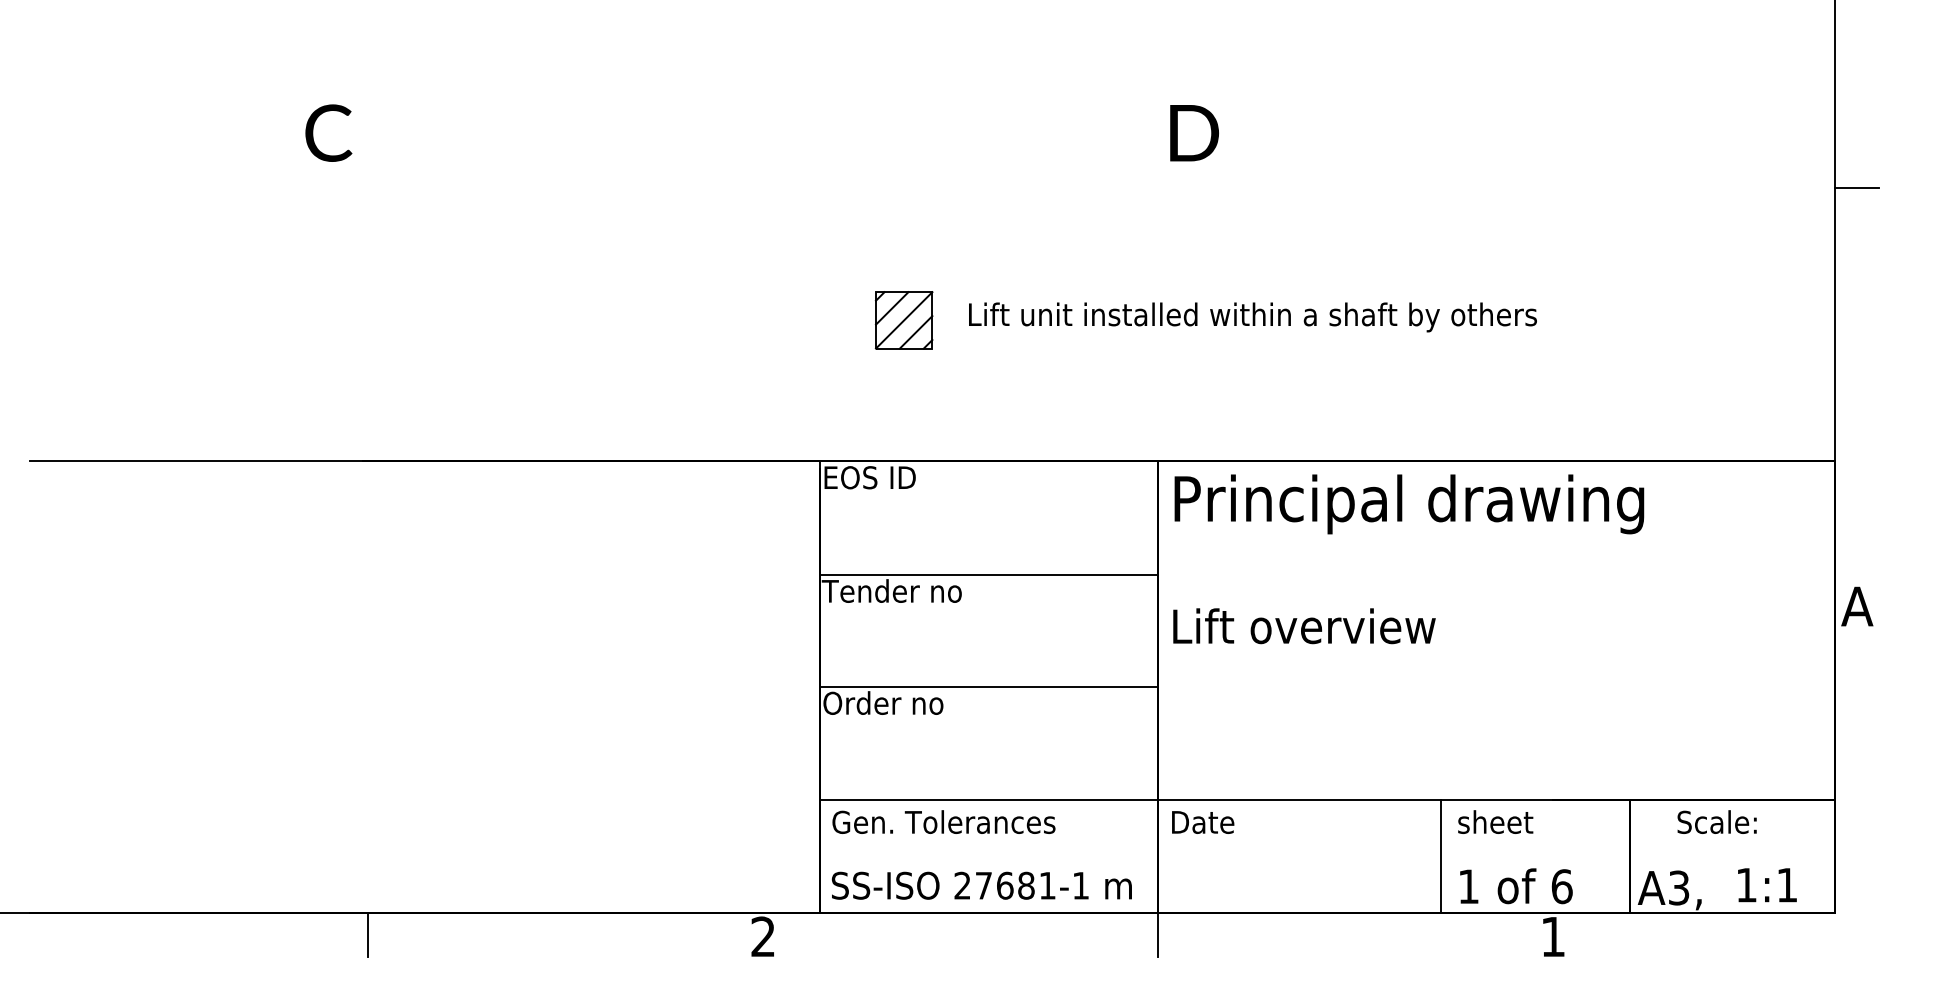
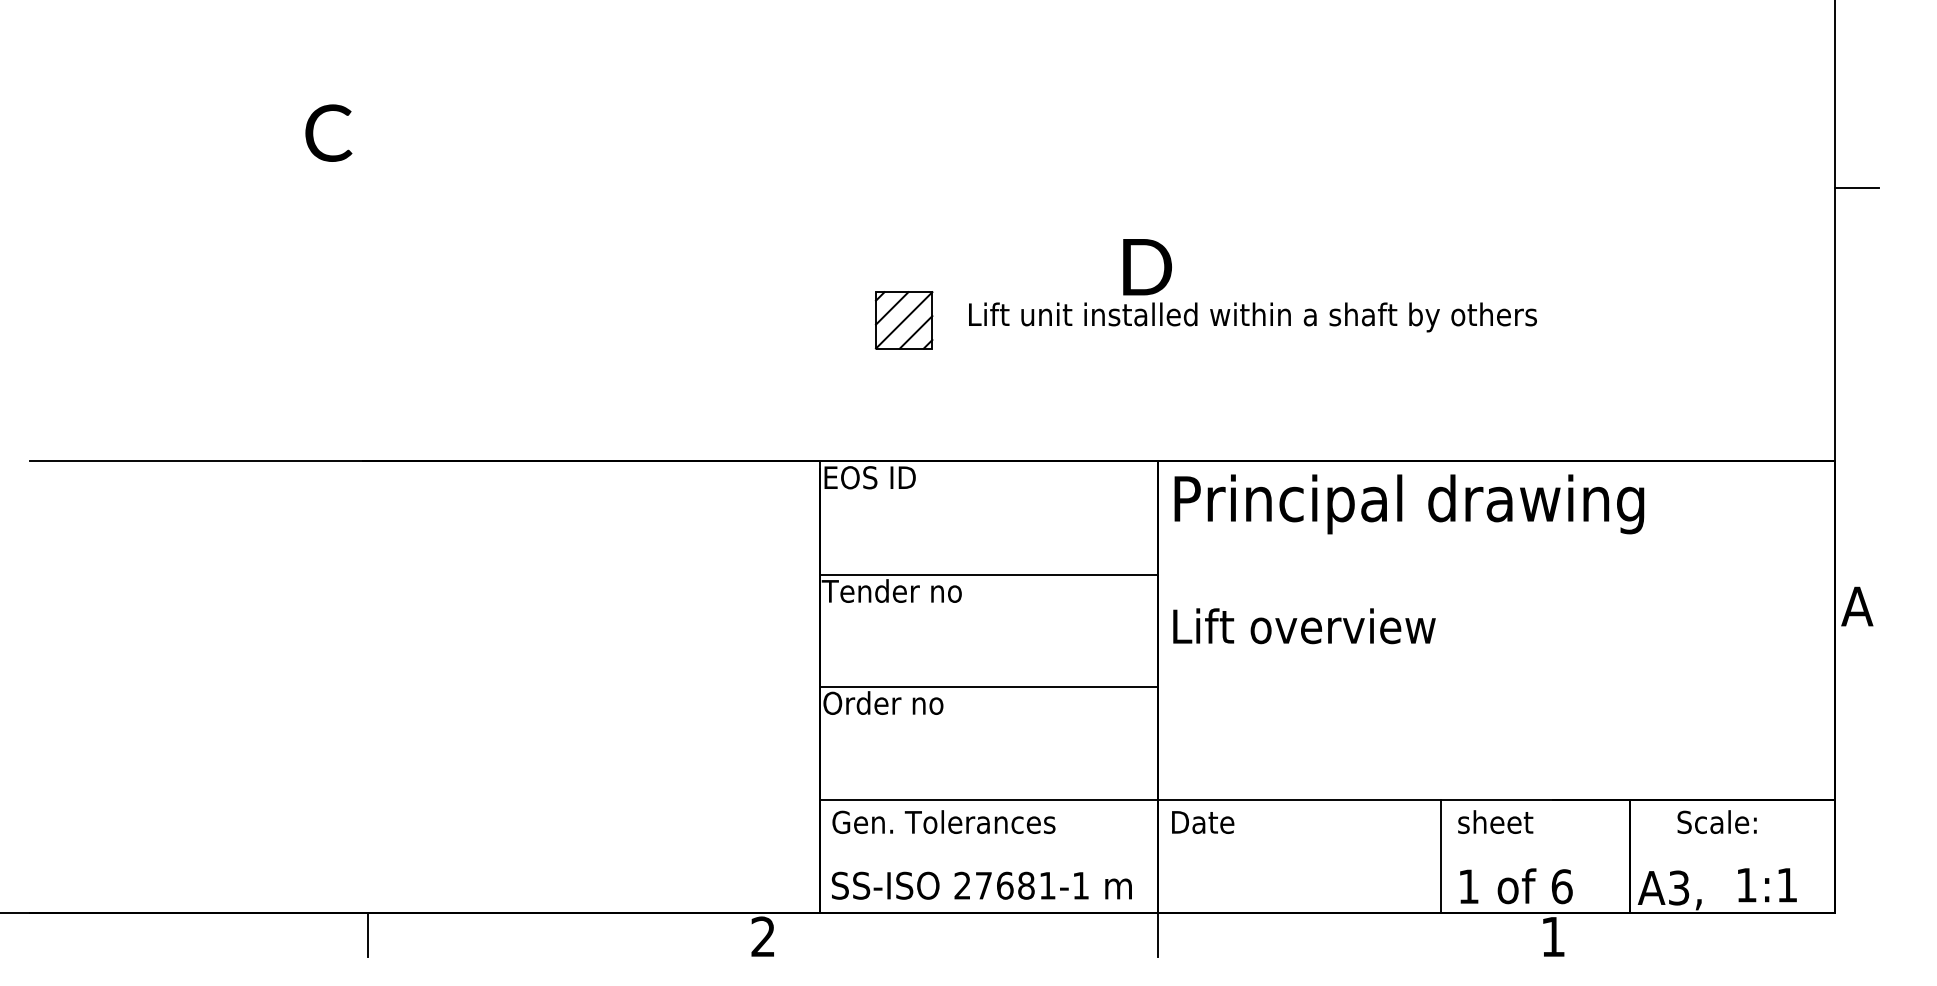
text at (1194, 133) position: (1194, 133) -> (1147, 267)
